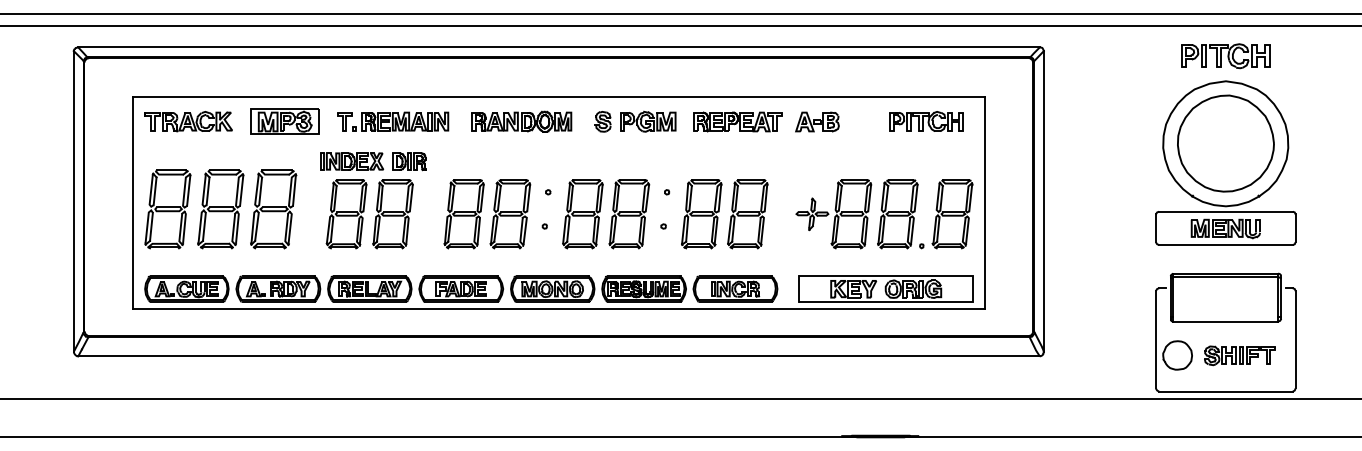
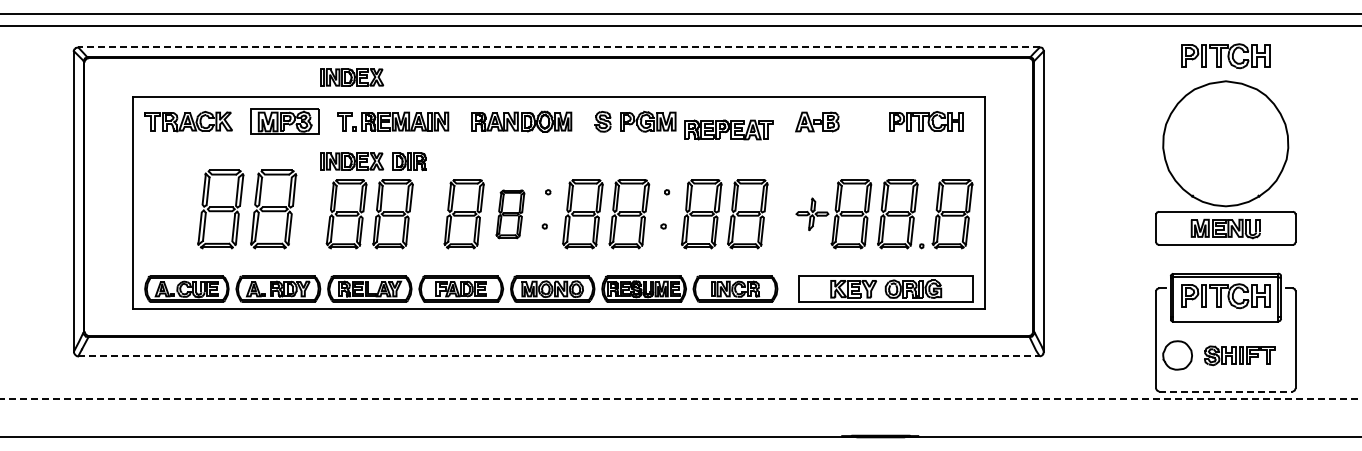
line at (559, 47): solid -> dashed
part at (352, 77): none -> present
part at (737, 121) position: (737, 121) -> (728, 129)
part at (1225, 143): present -> none
part at (167, 209): present -> none
part at (510, 214) size: 43x71 px -> 31x51 px
part at (1225, 296): none -> present
line at (559, 356): solid -> dashed
line at (1225, 391): solid -> dashed
line at (680, 398): solid -> dashed
